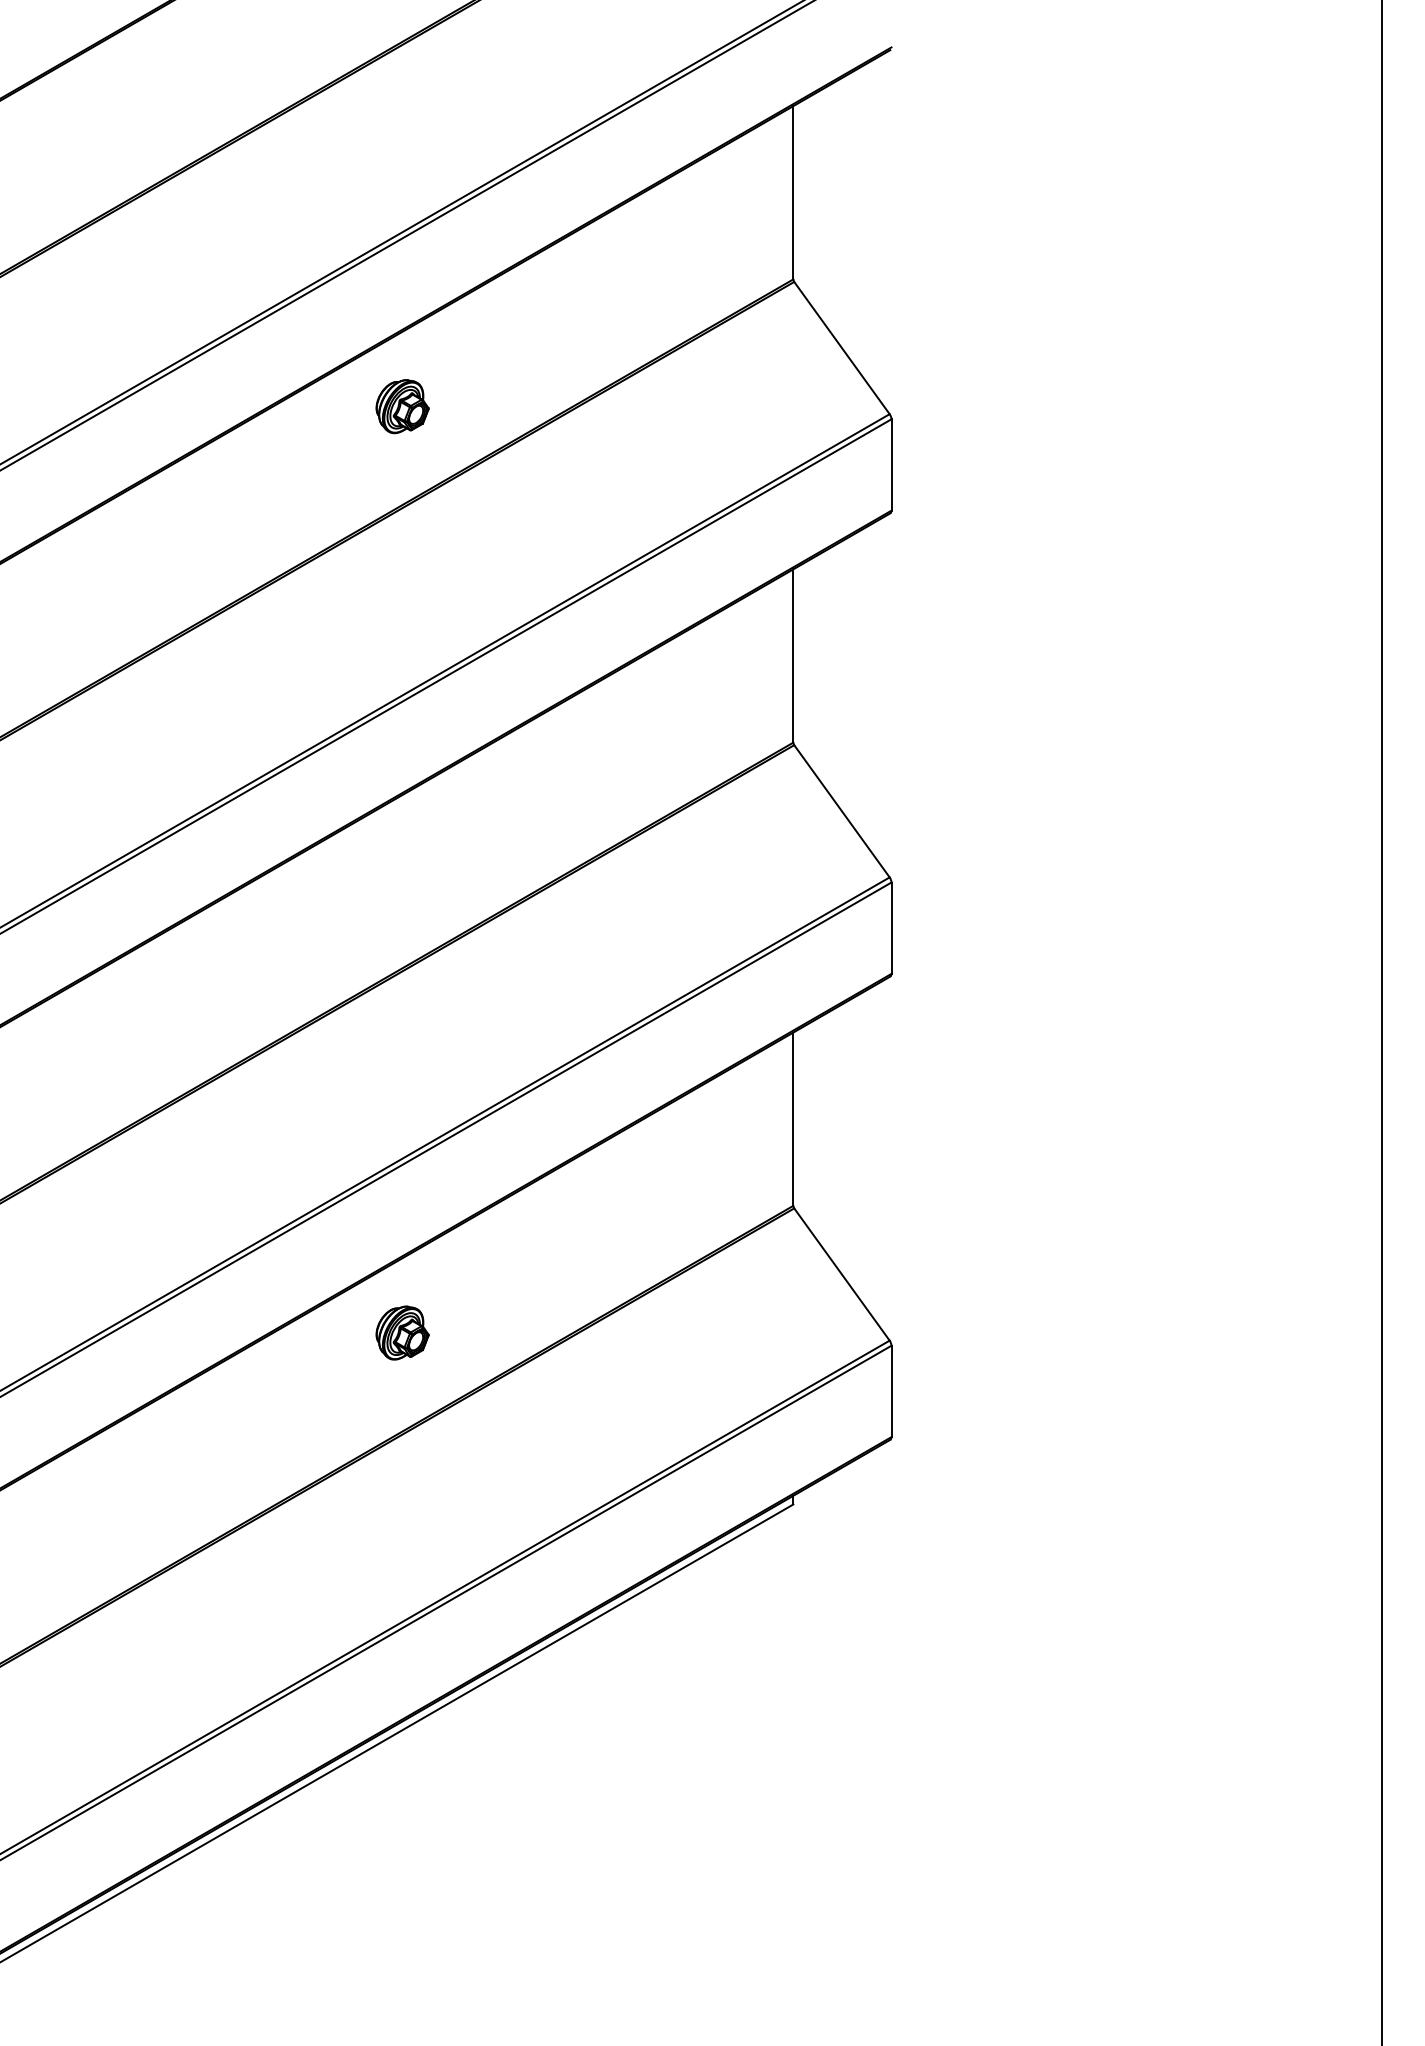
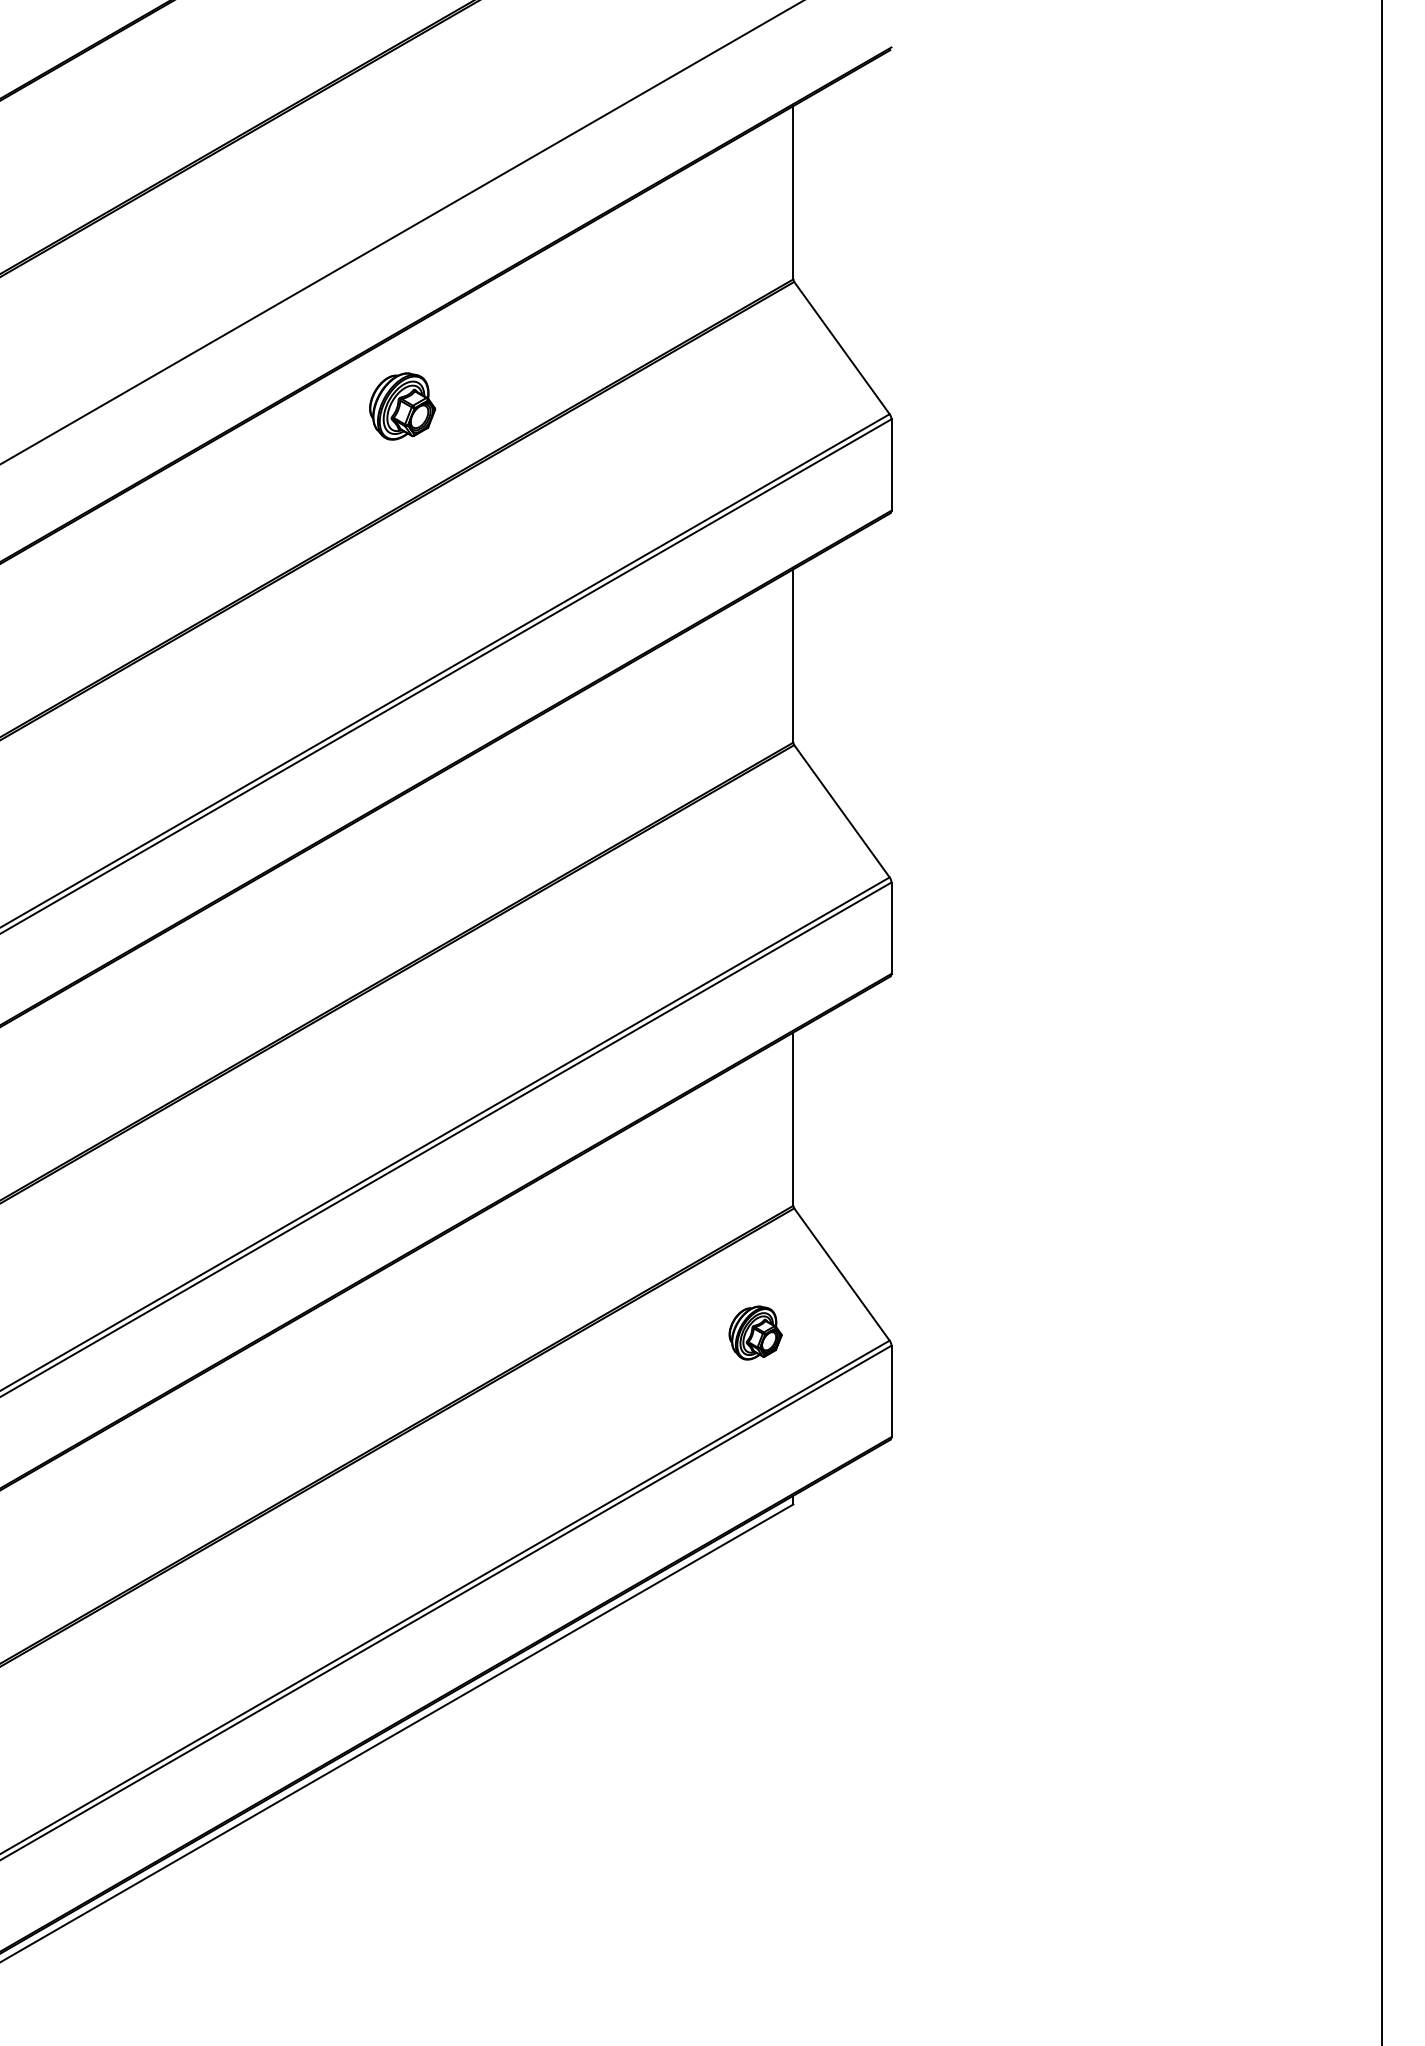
line at (406, 235): present -> none
part at (402, 406) size: 55x56 px -> 68x69 px
part at (402, 1332) position: (402, 1332) -> (755, 1332)
